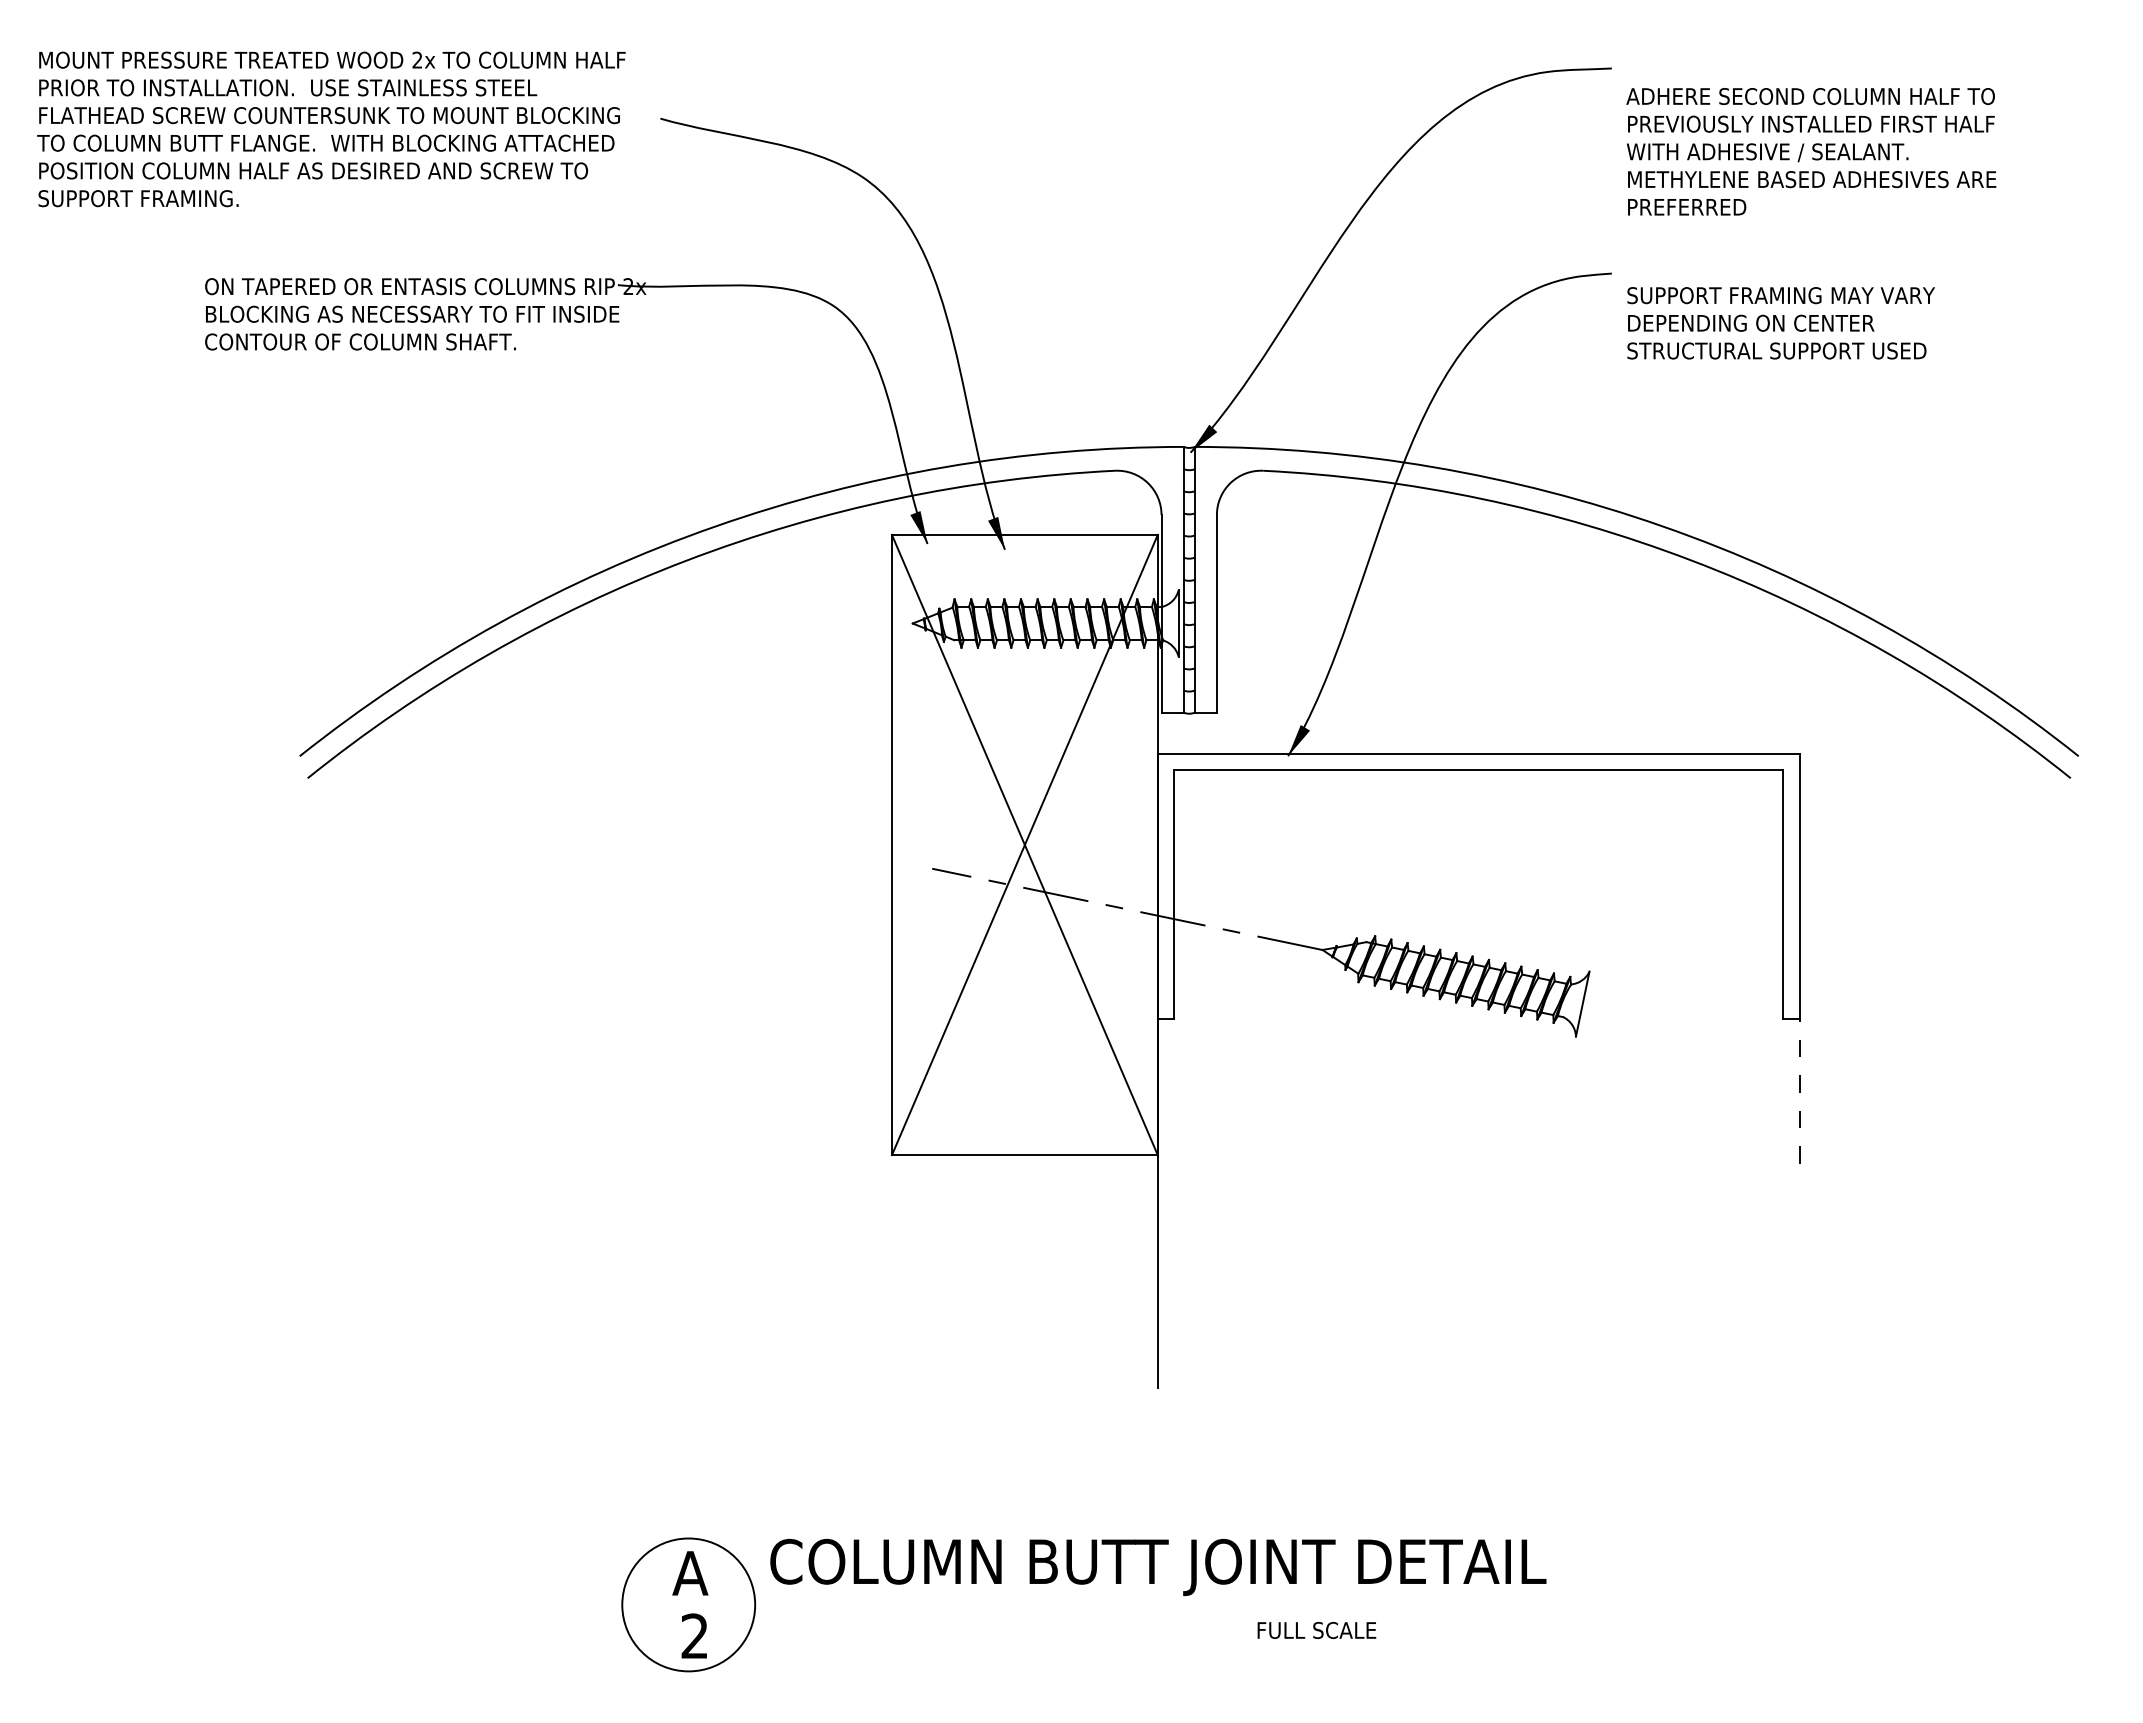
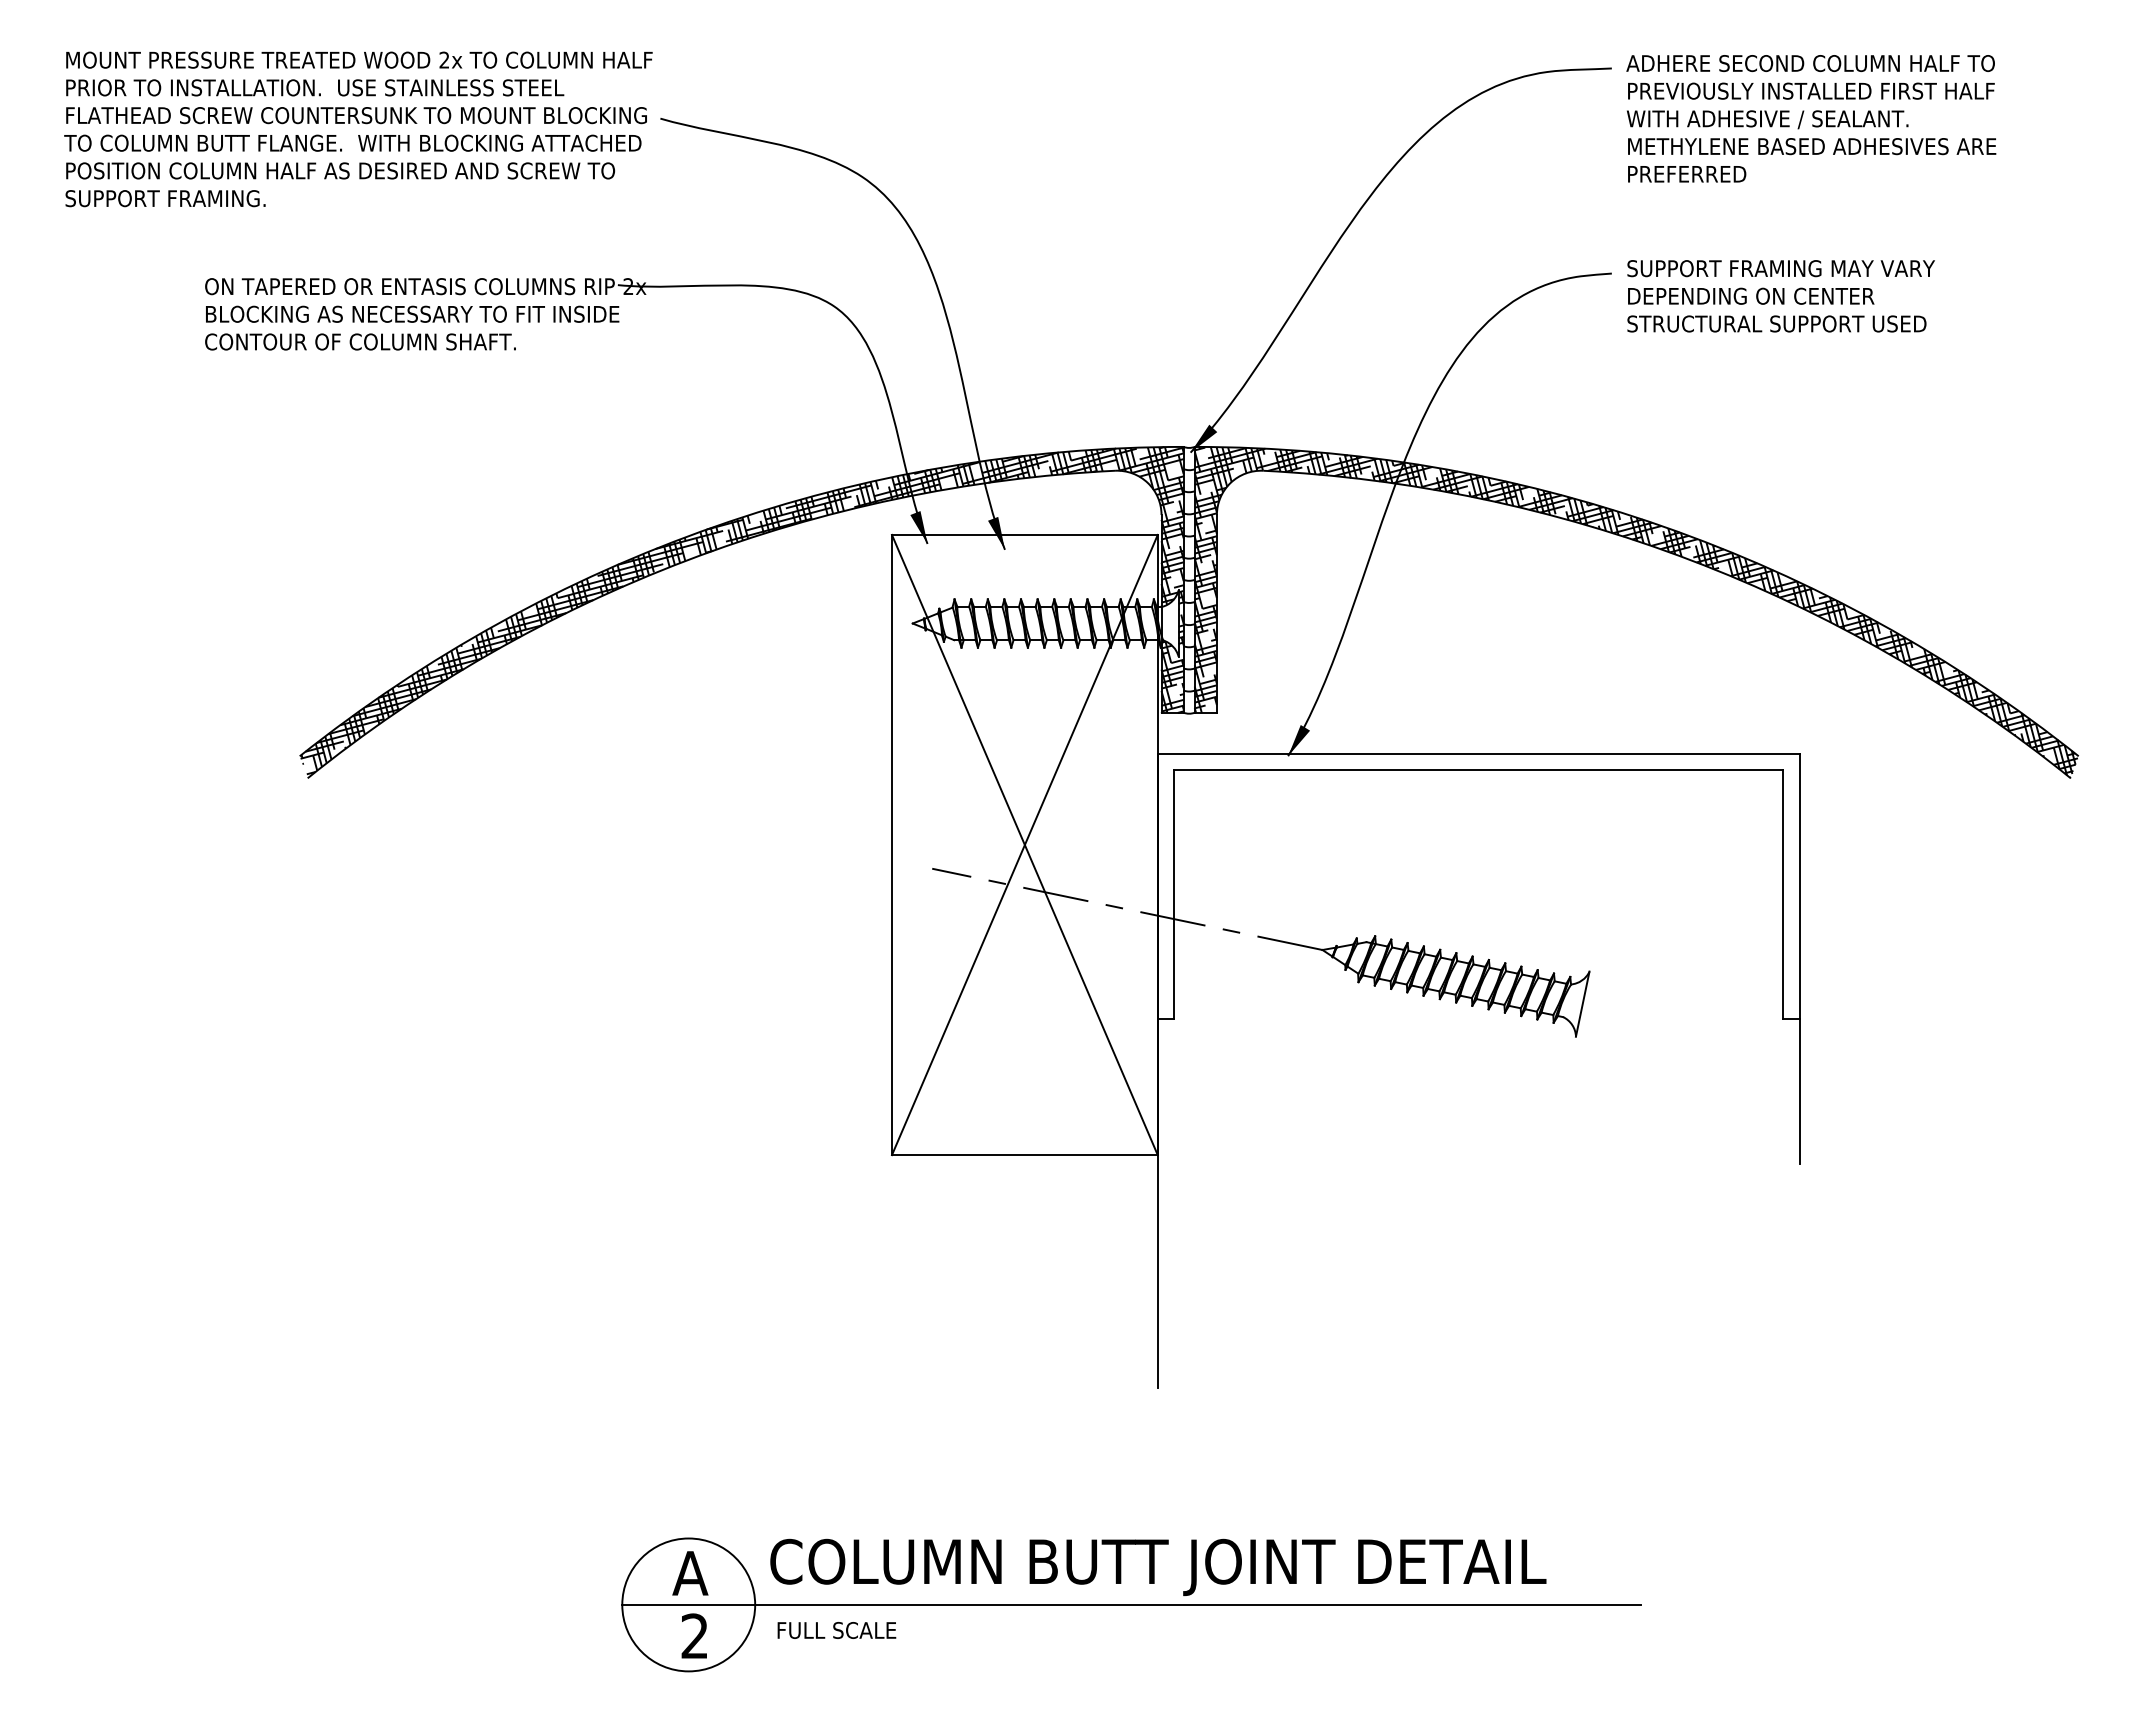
text at (331, 129) position: (331, 129) -> (358, 129)
text at (1811, 151) position: (1811, 151) -> (1811, 118)
text at (1780, 323) position: (1780, 323) -> (1780, 296)
hatch at (741, 610): none -> present
hatch at (1635, 611): none -> present
line at (1800, 1091): dashed -> solid
line at (1131, 1604): none -> present
text at (1316, 1630) position: (1316, 1630) -> (836, 1630)
